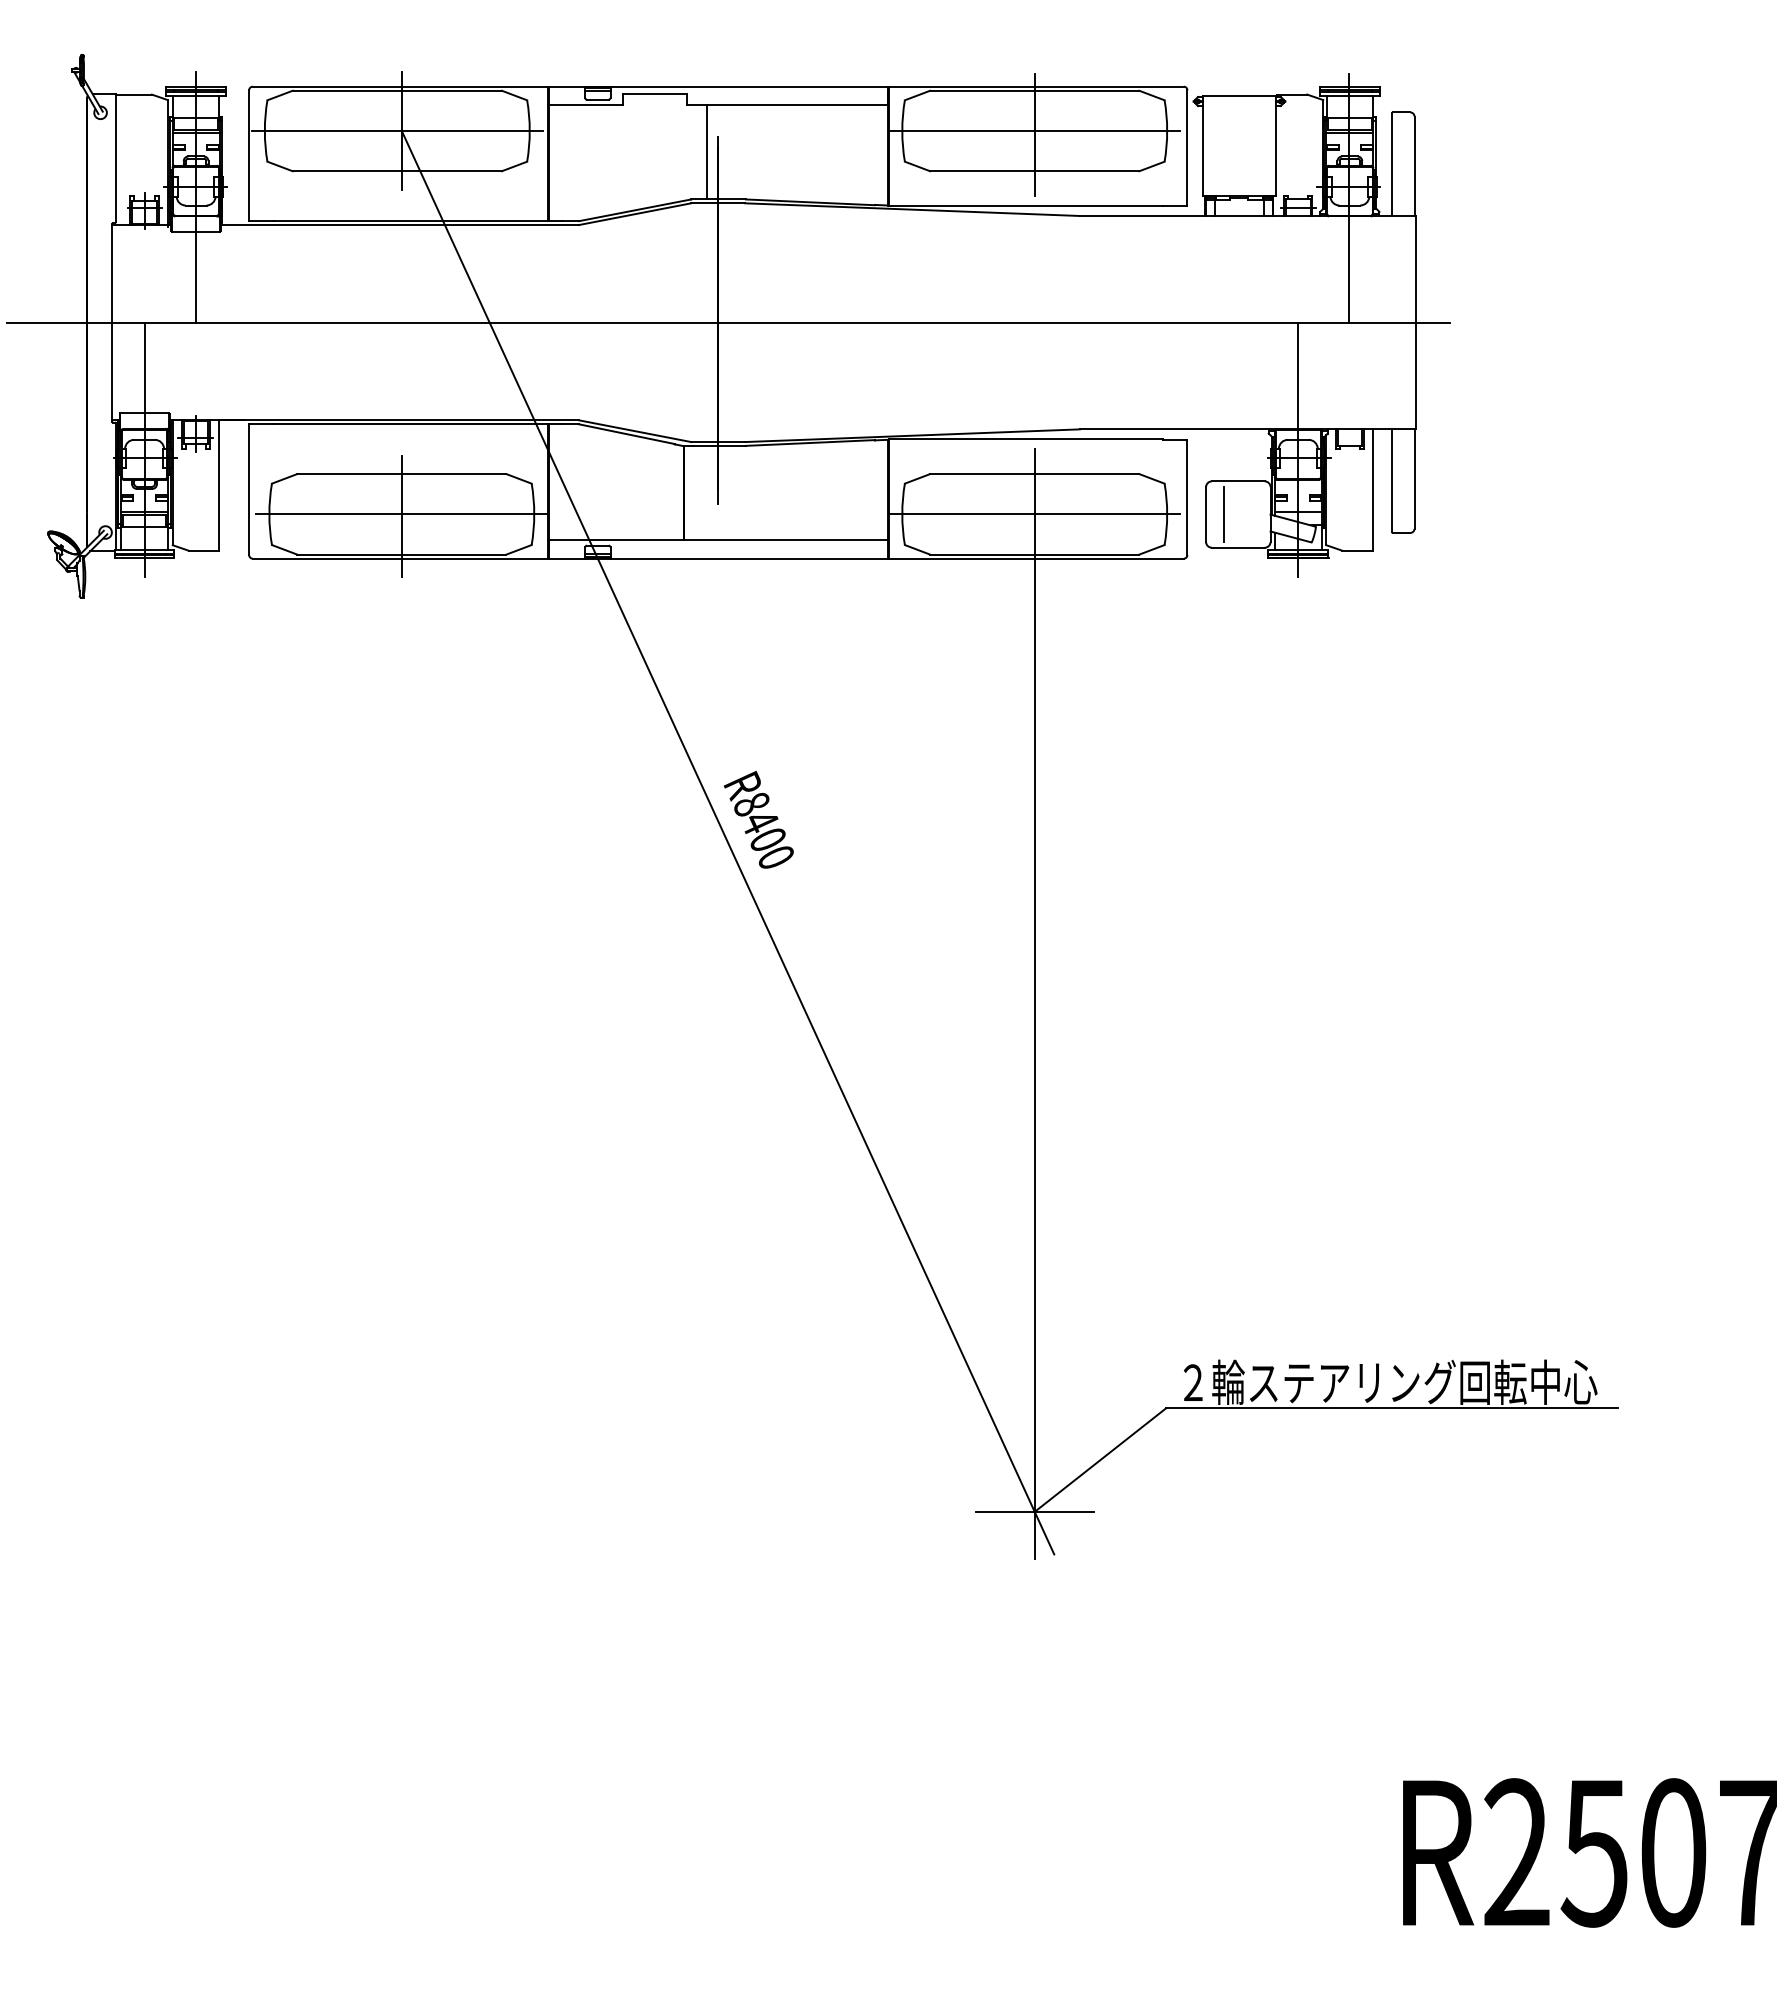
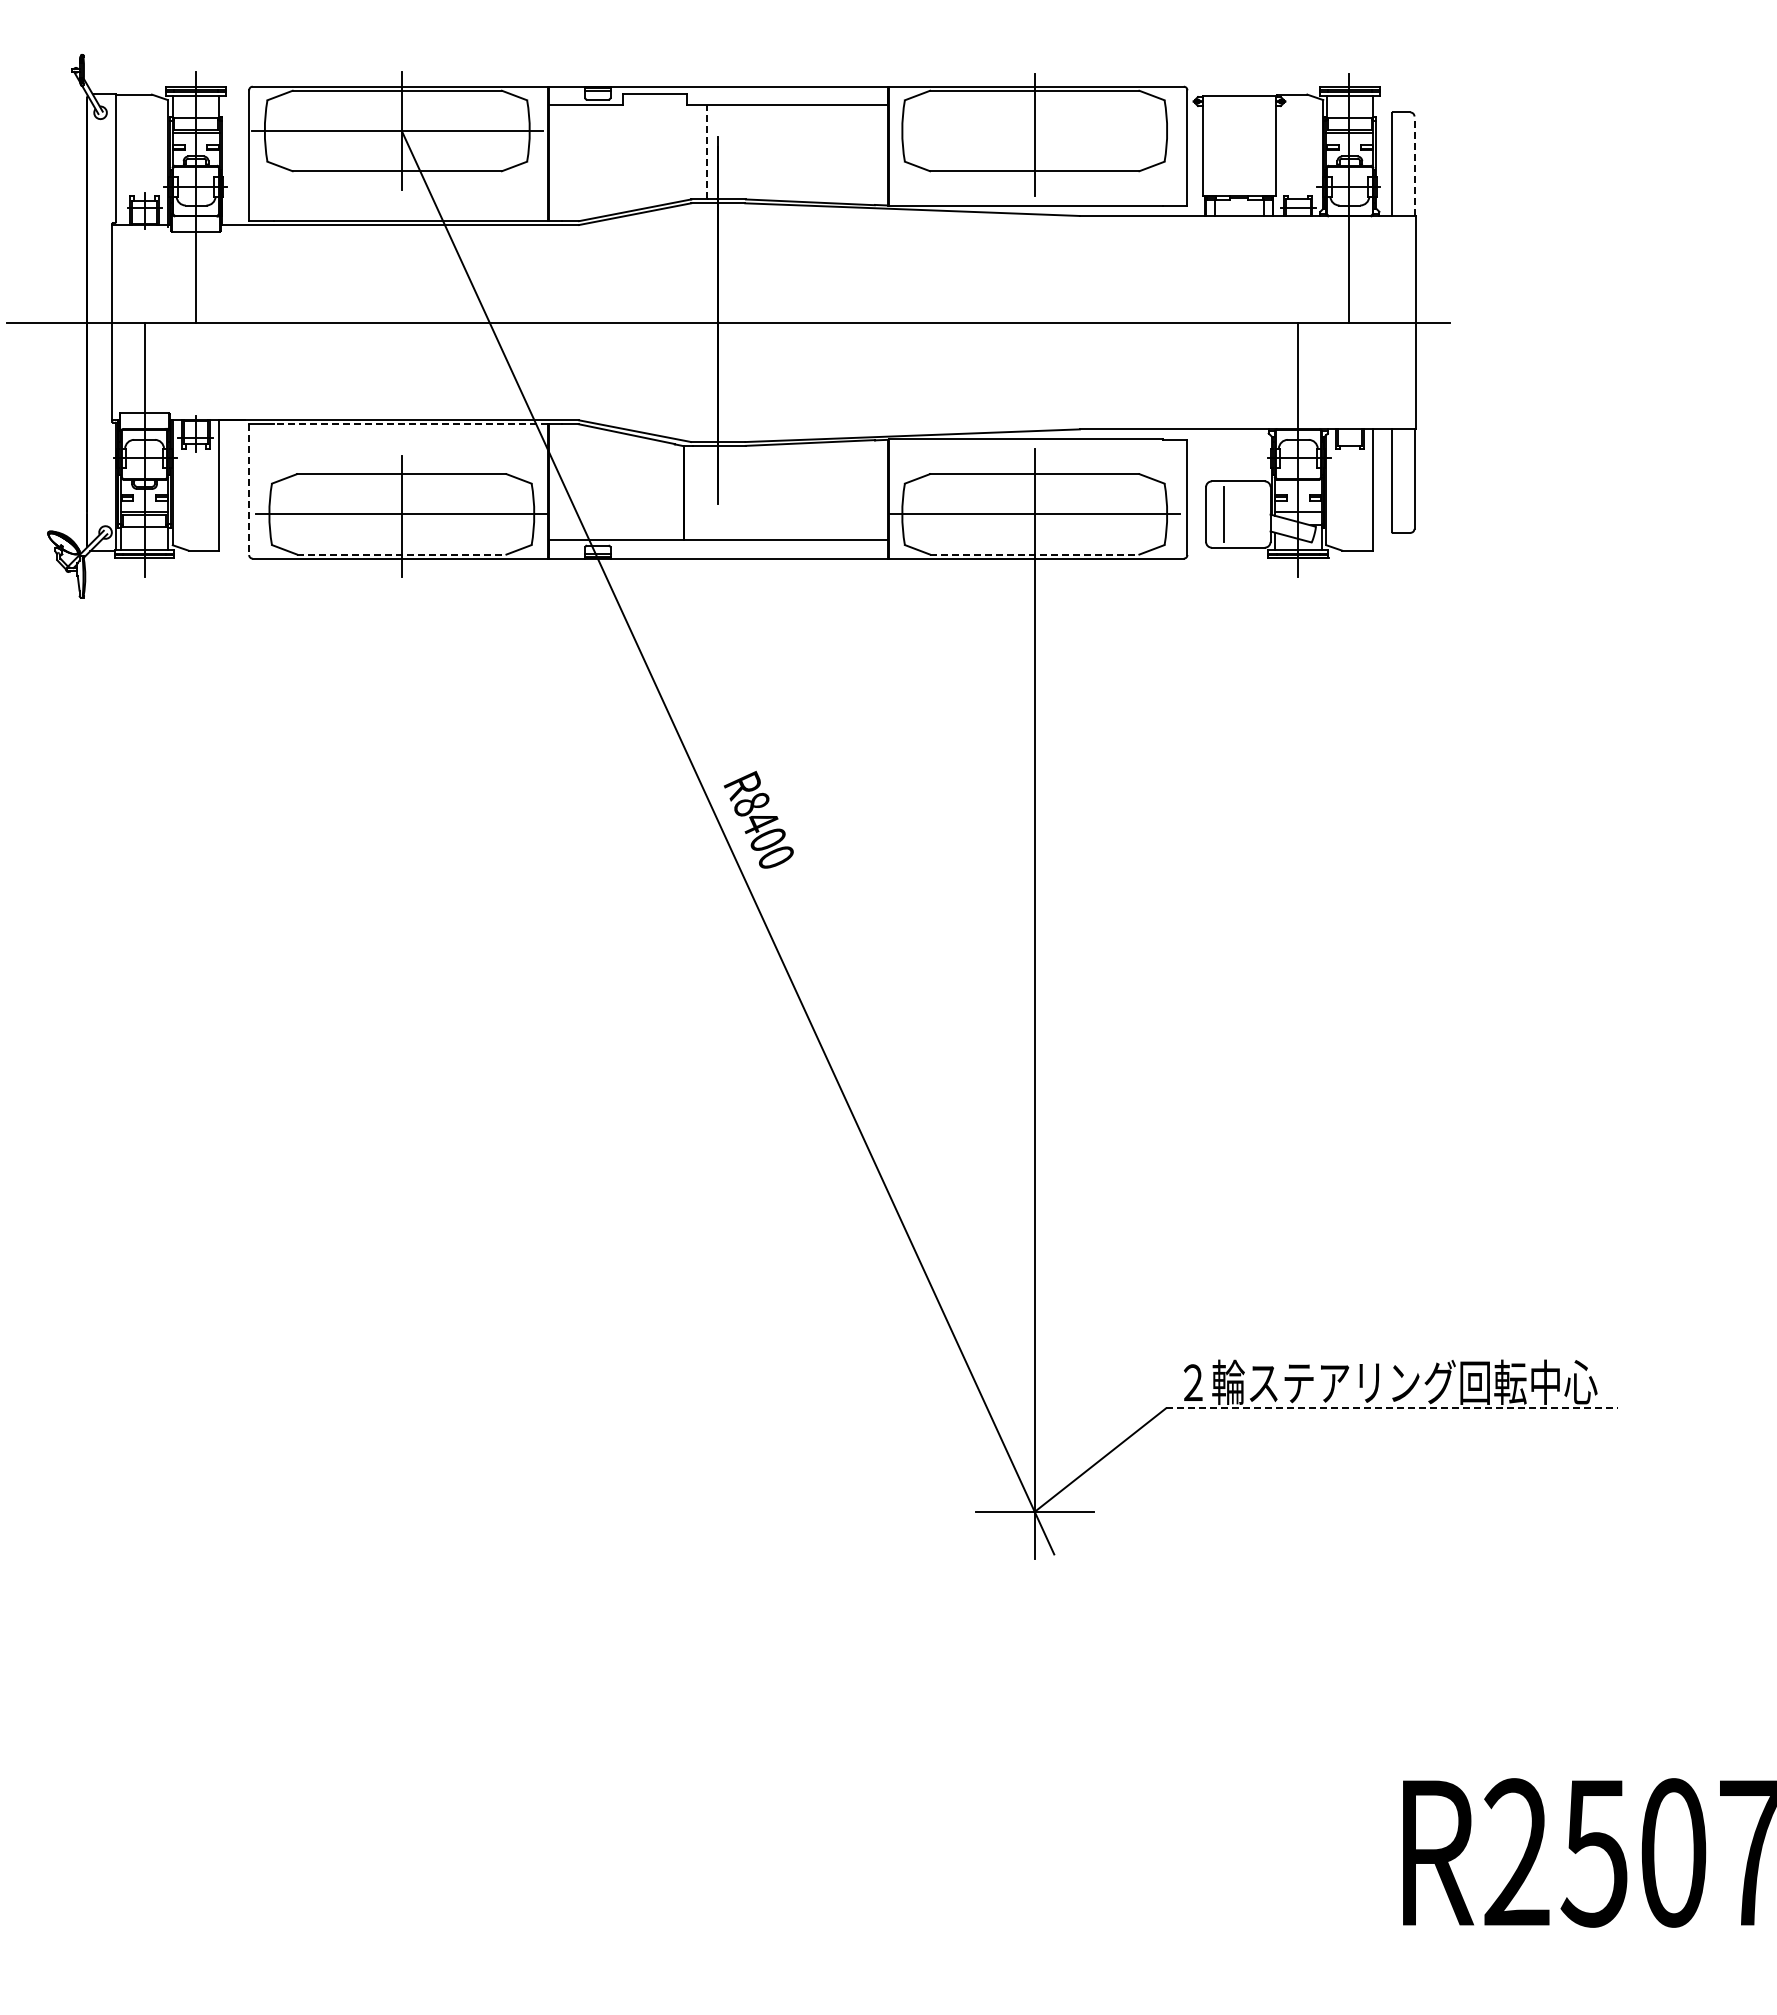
line at (1034, 131): present -> none
line at (707, 151): solid -> dashed
line at (1414, 166): solid -> dashed
line at (410, 424): solid -> dashed
line at (249, 490): solid -> dashed
line at (401, 554): solid -> dashed
line at (1034, 554): solid -> dashed
line at (1392, 1408): solid -> dashed
